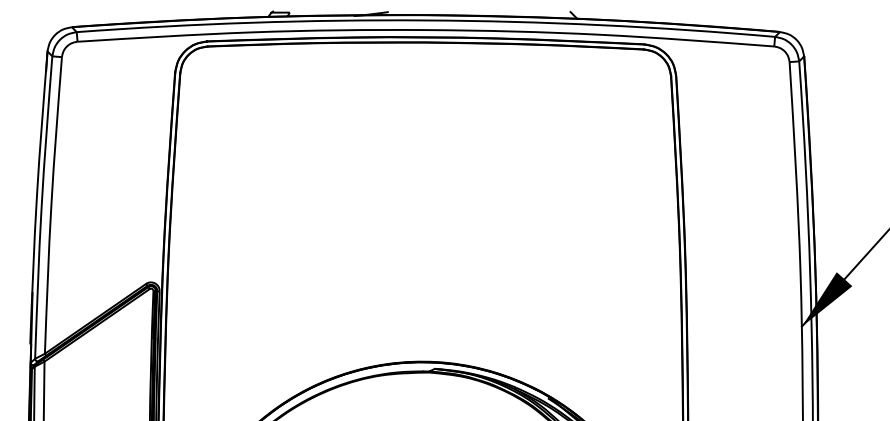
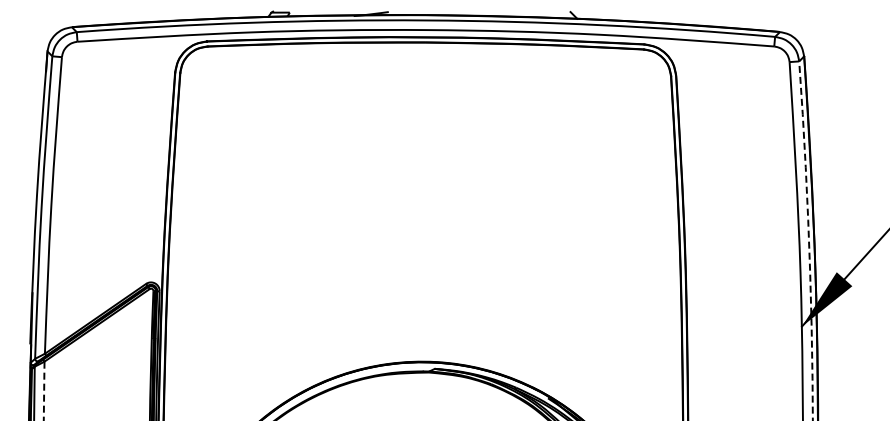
arc at (809, 241): solid -> dashed
line at (44, 391): solid -> dashed
